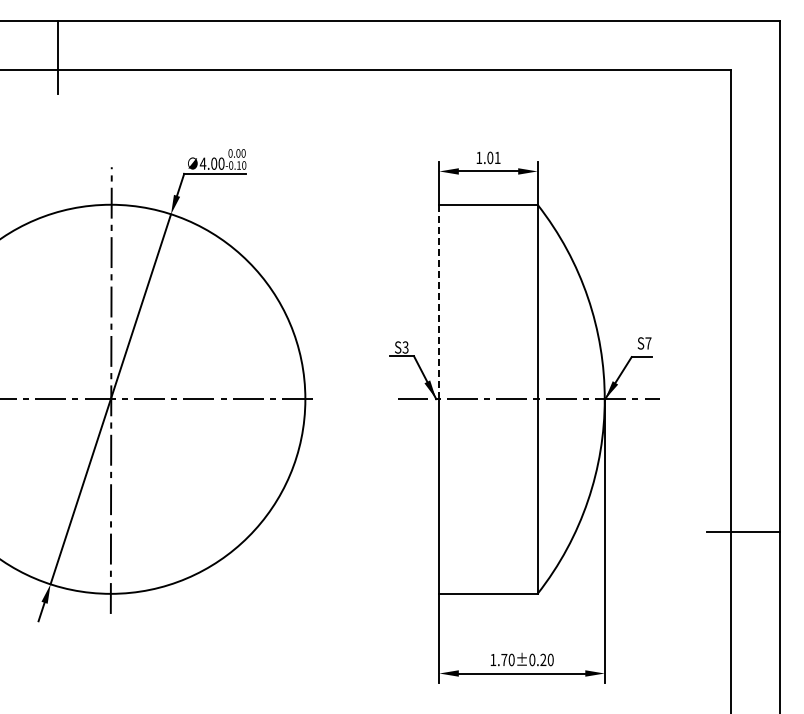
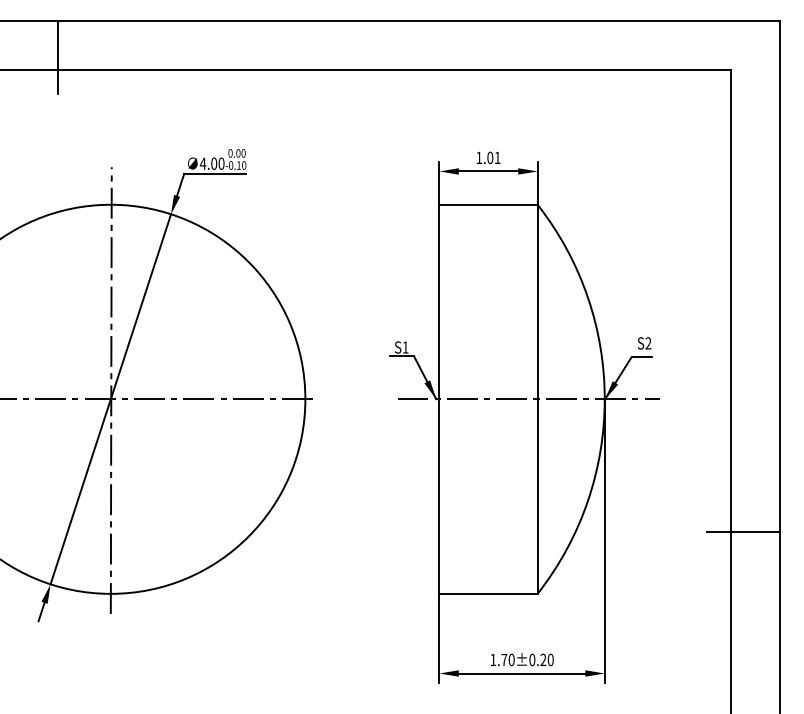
line at (439, 301): dashed -> solid
text at (648, 343): S7 -> S2
text at (405, 347): S3 -> S1
